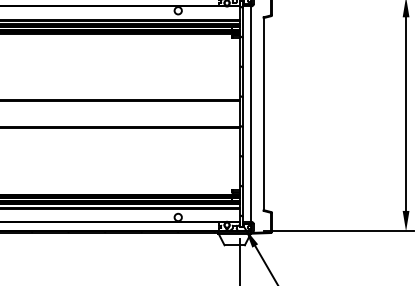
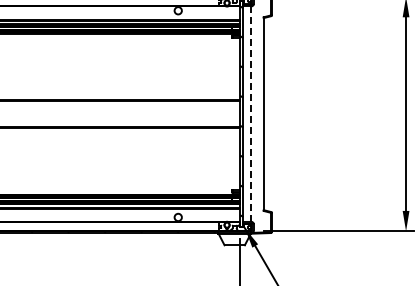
line at (251, 114): solid -> dashed
